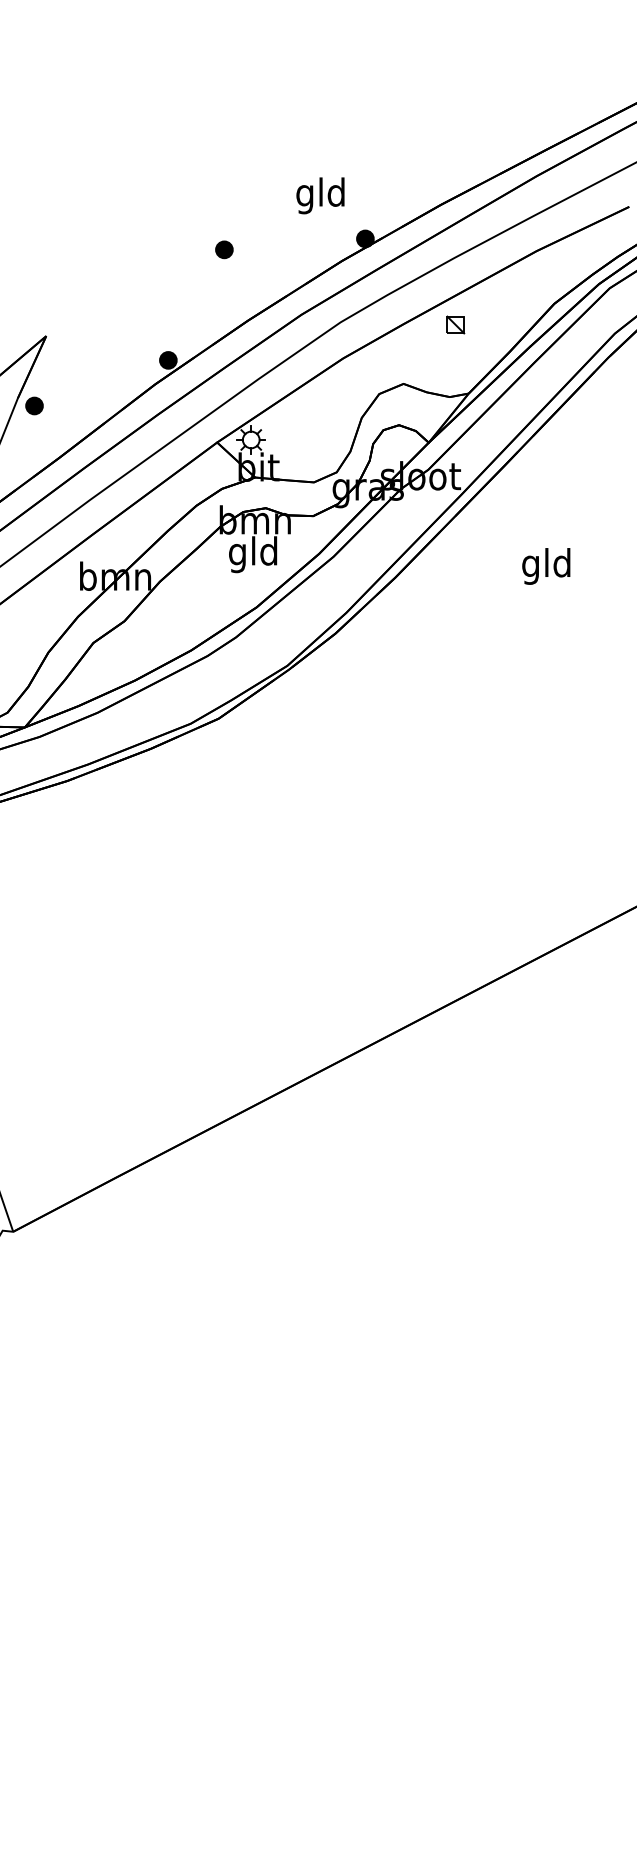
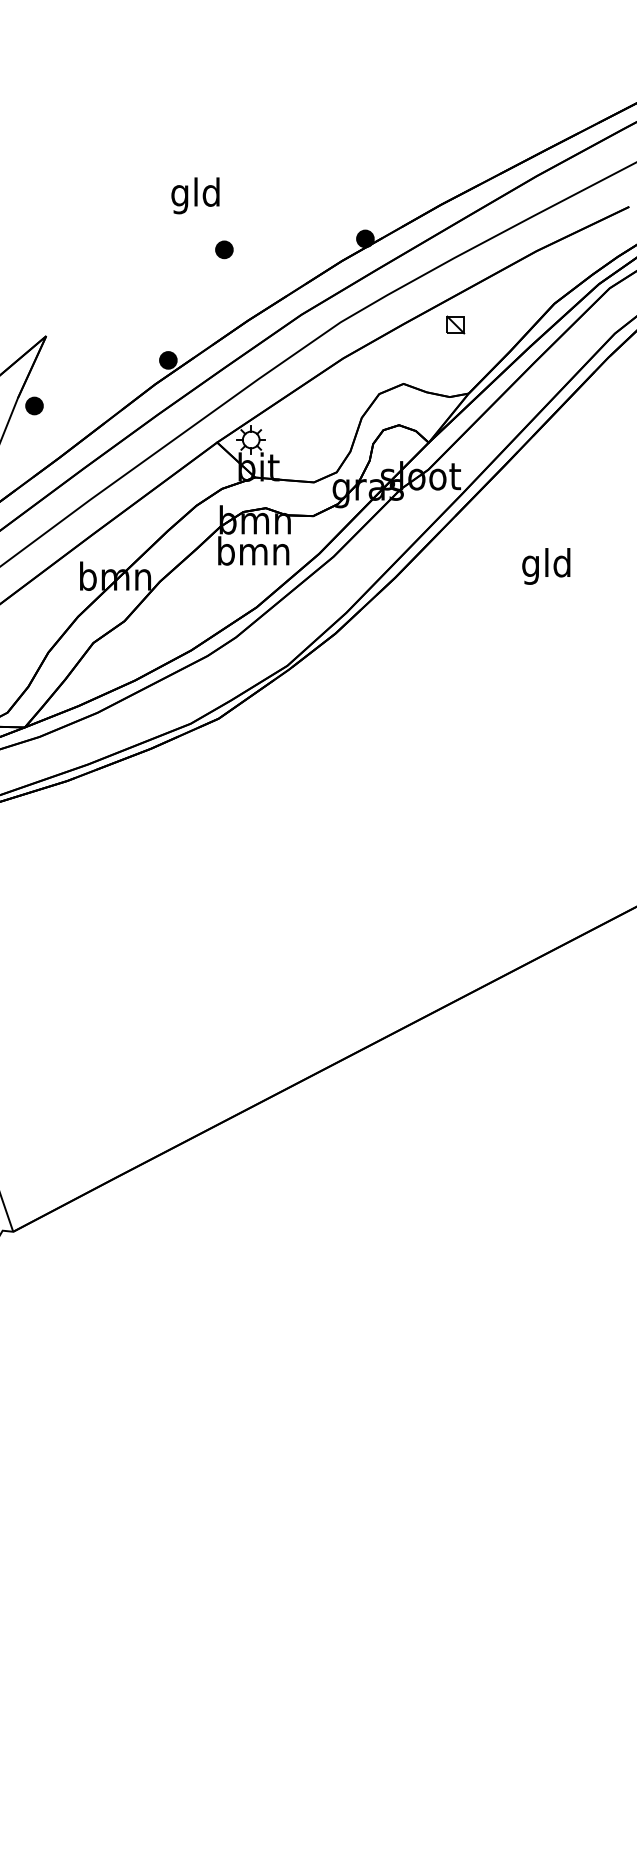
text at (320, 195) position: (320, 195) -> (195, 195)
text at (253, 554): gld -> bmn
